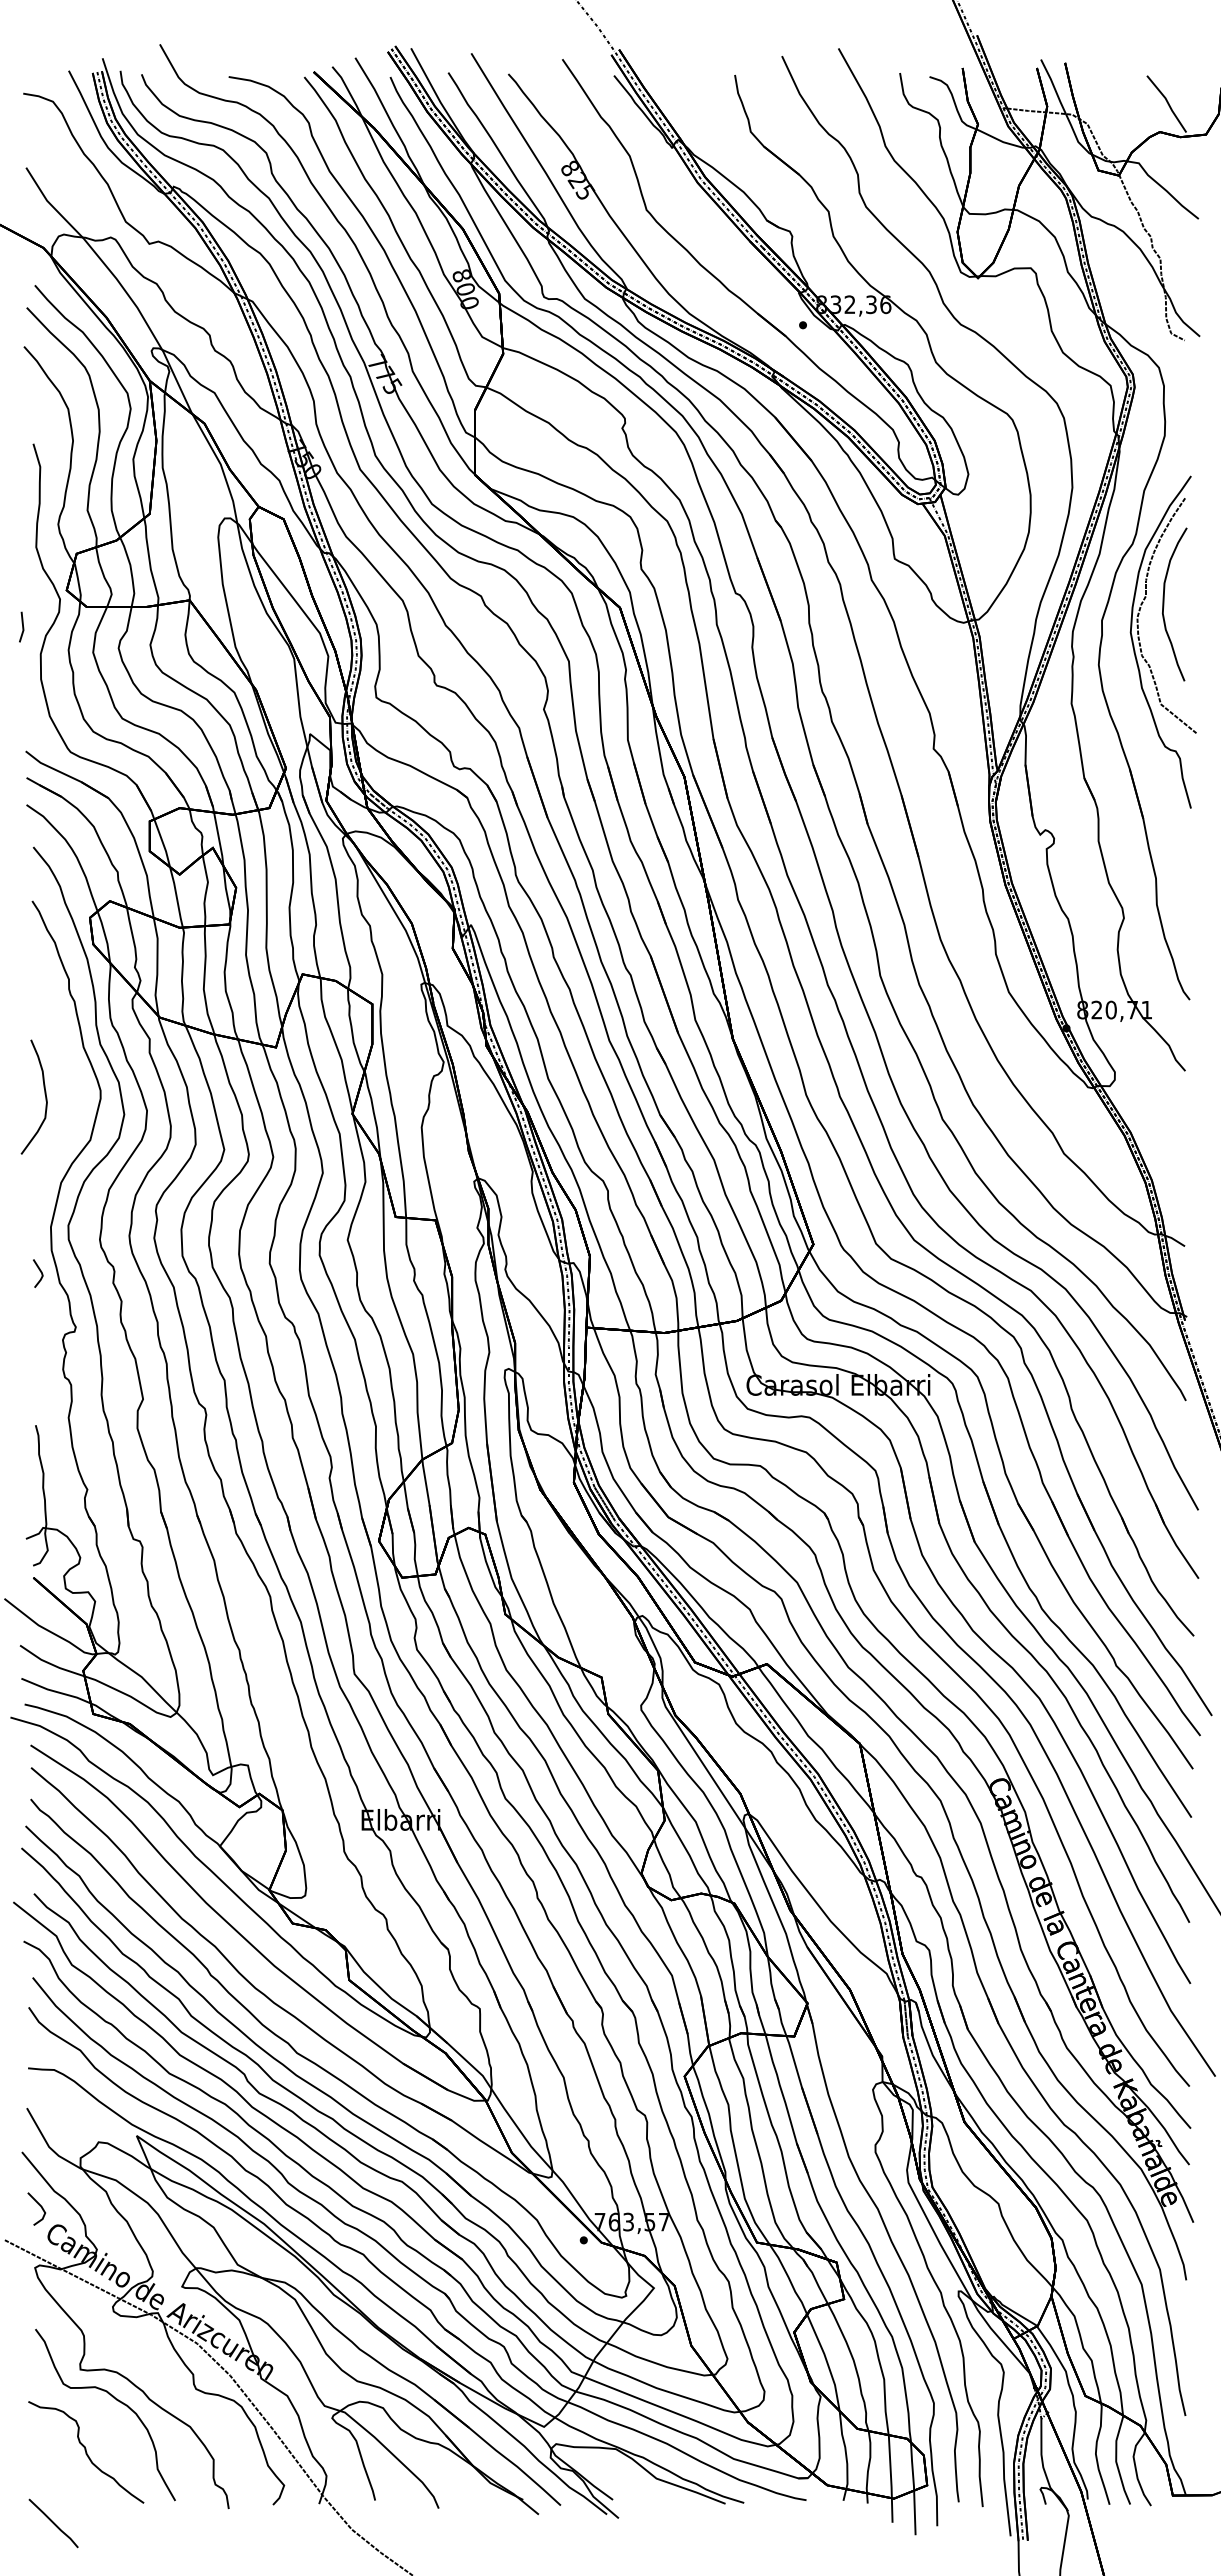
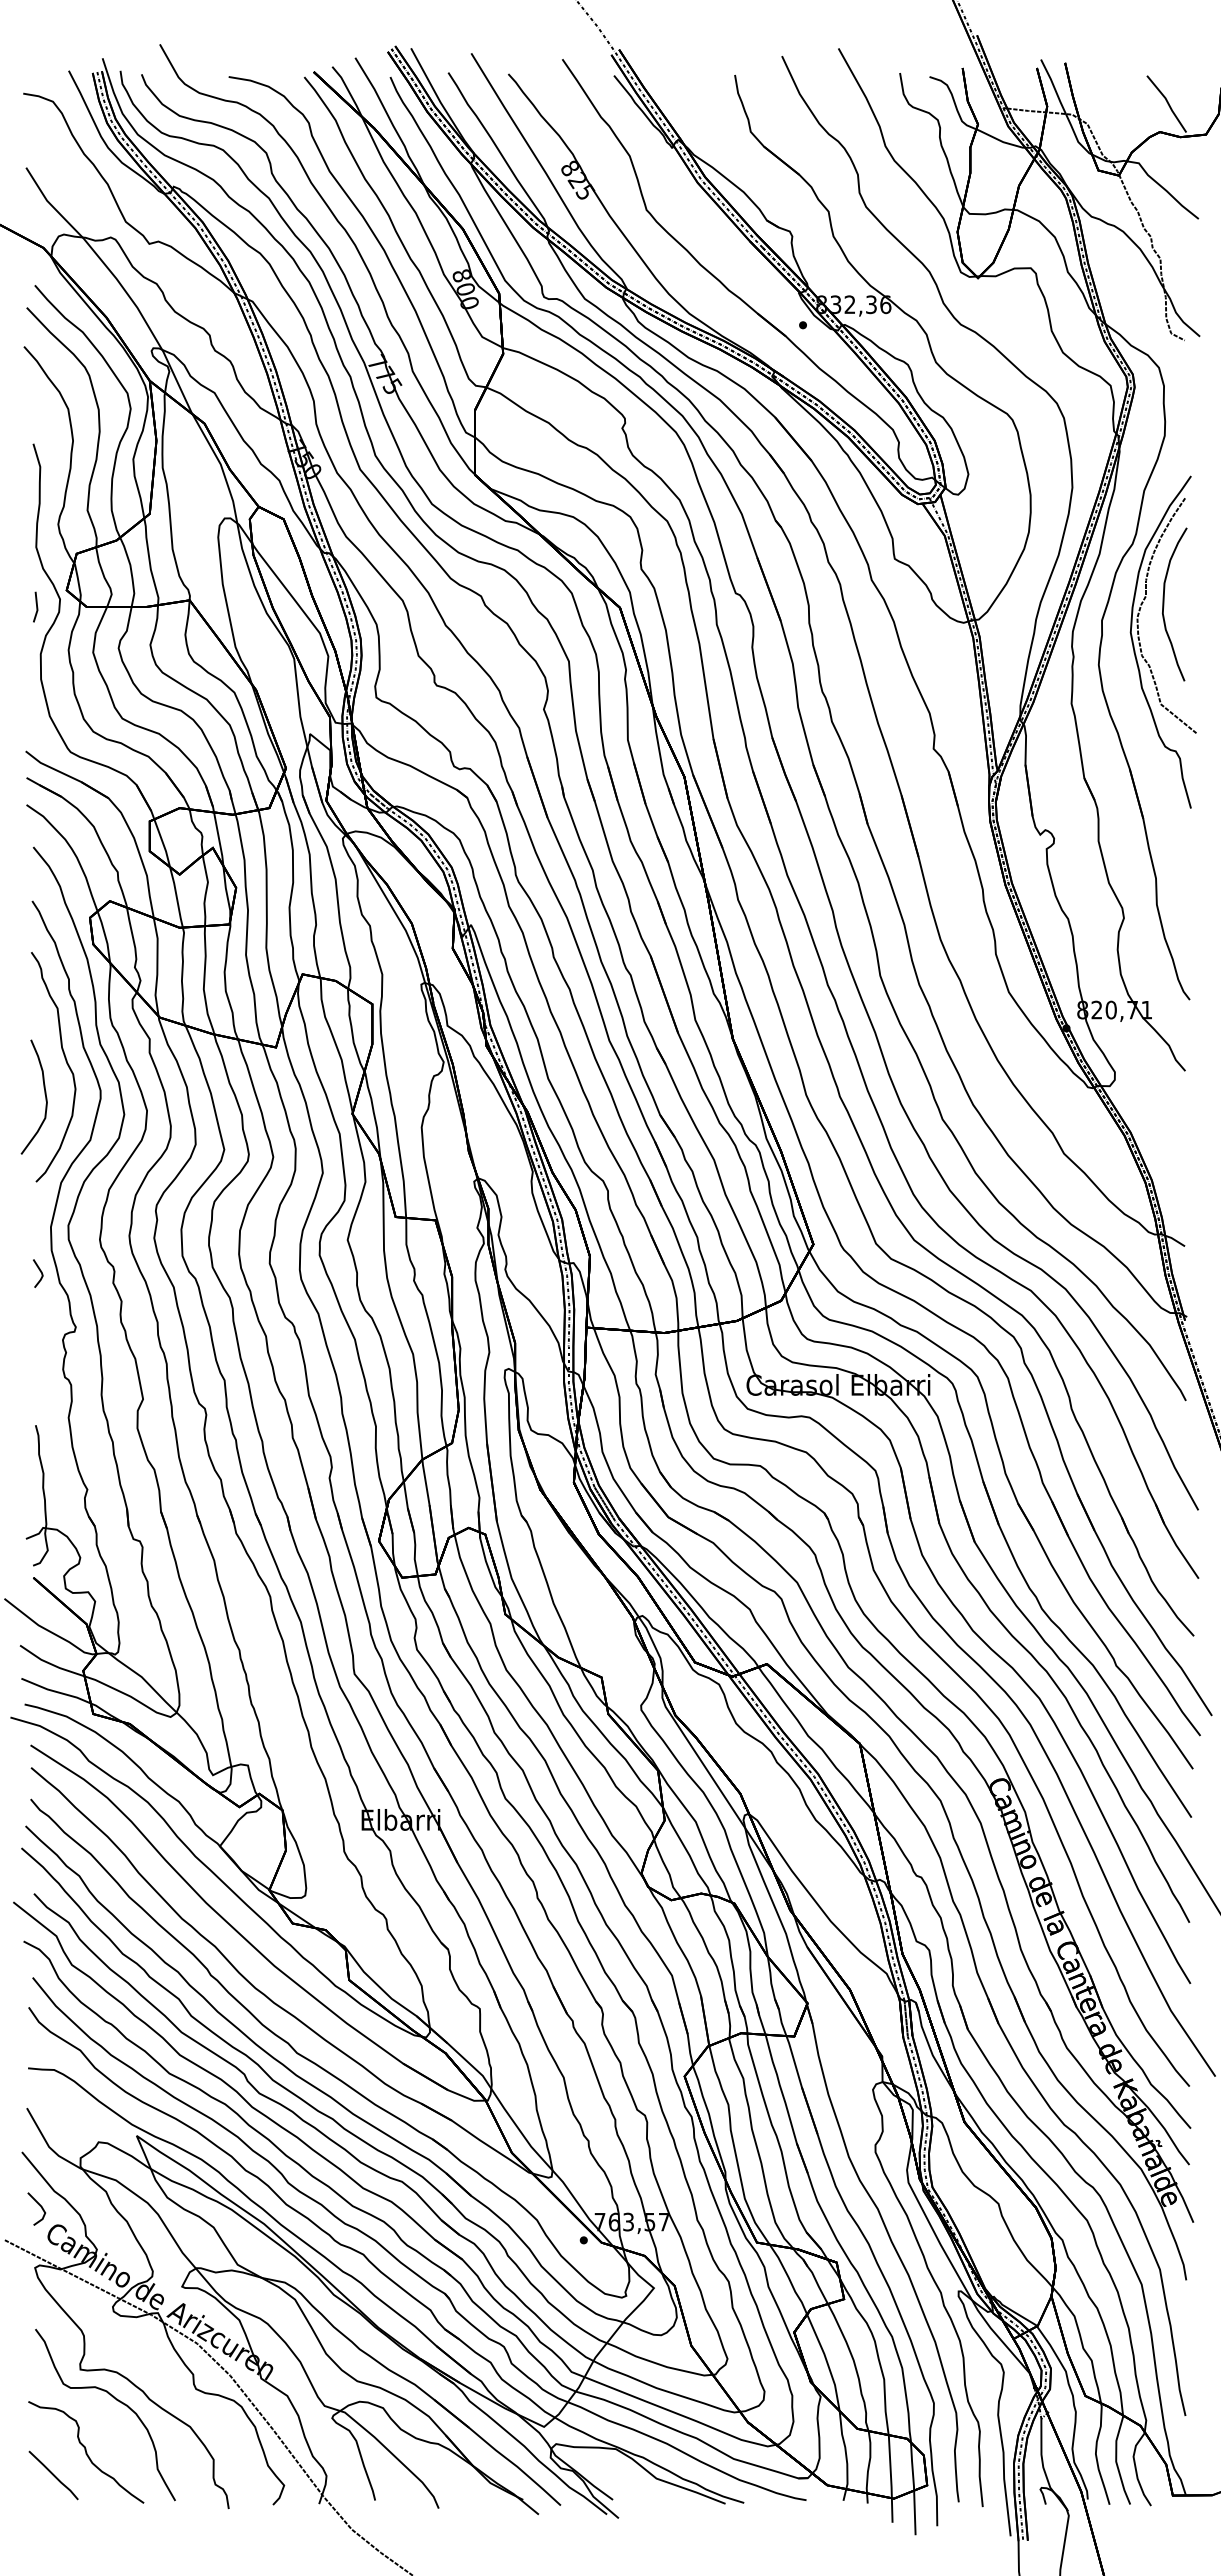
line at (22, 626) position: (22, 626) -> (36, 606)
curve at (65, 1061): none -> present
line at (53, 2523) position: (53, 2523) -> (53, 2475)
